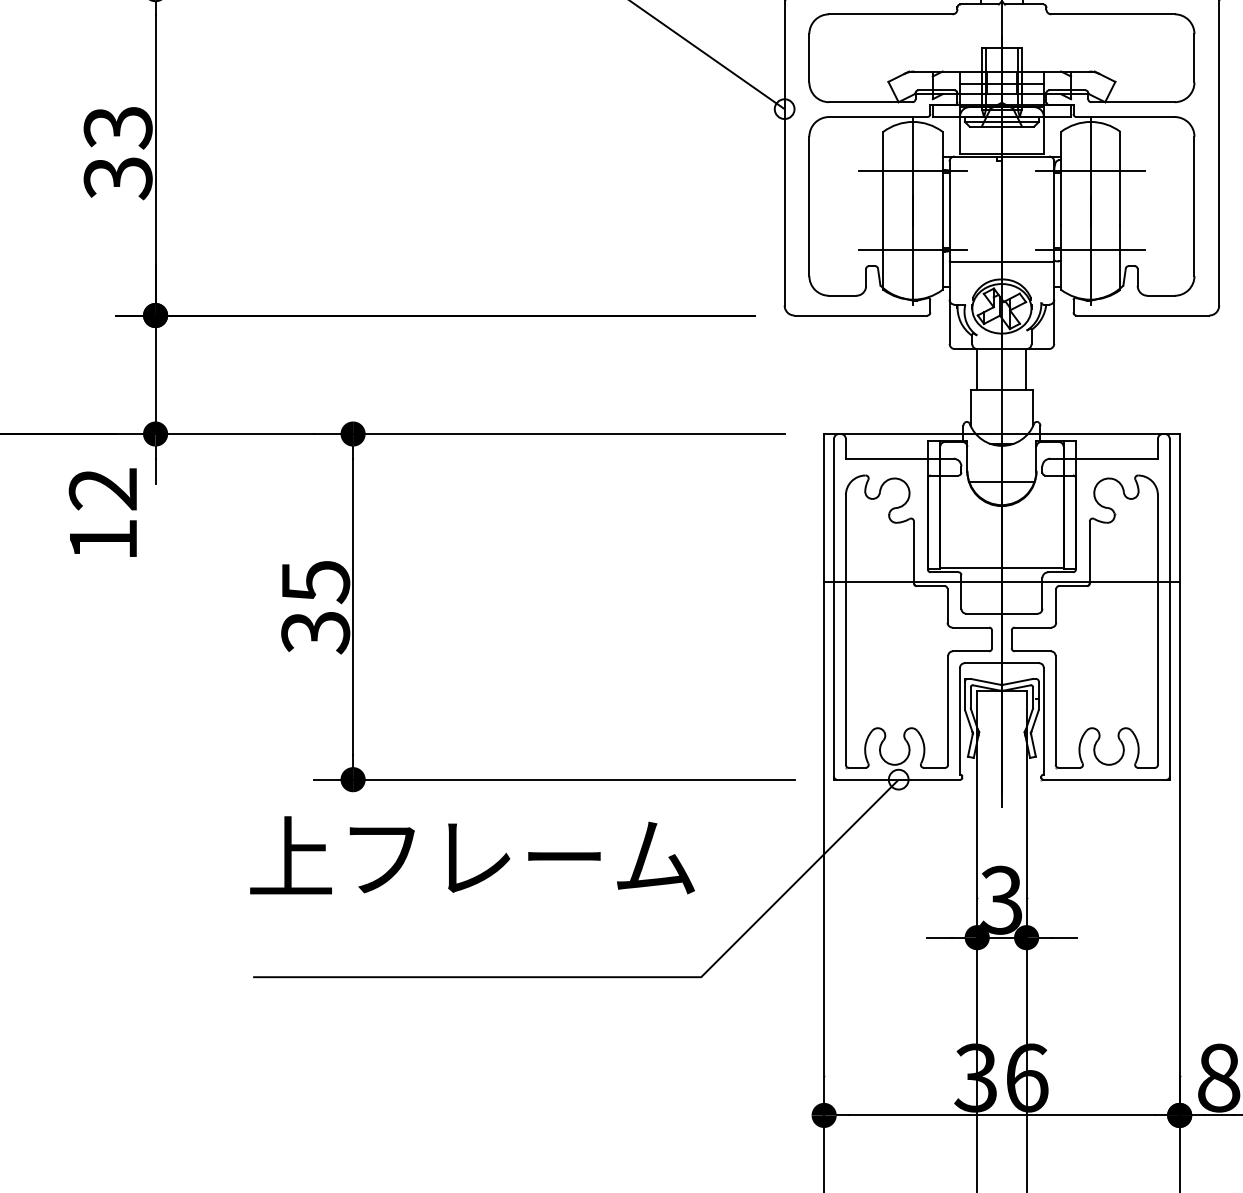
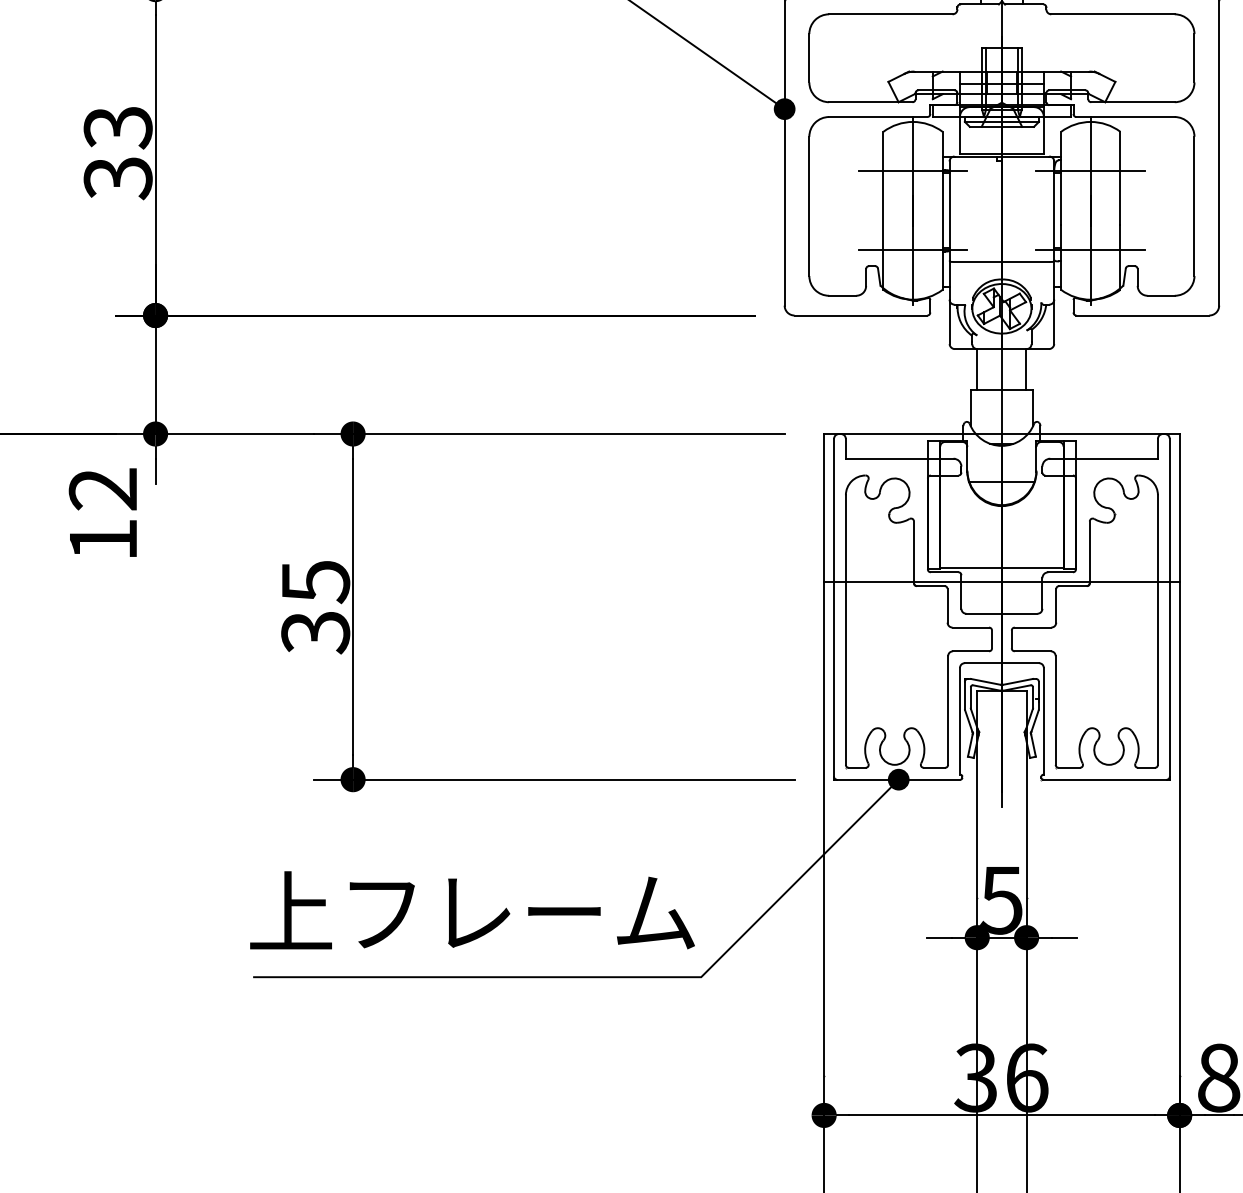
fill at (784, 109): none -> present
fill at (898, 779): none -> present
text at (472, 855) position: (472, 855) -> (472, 910)
text at (1002, 899): 3 -> 5
